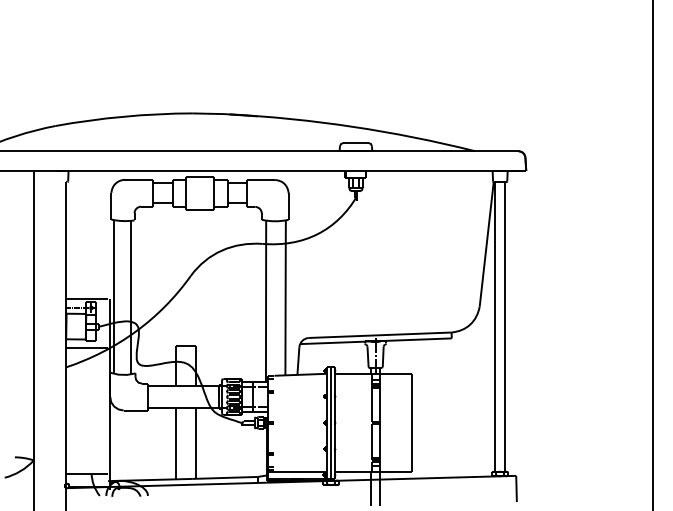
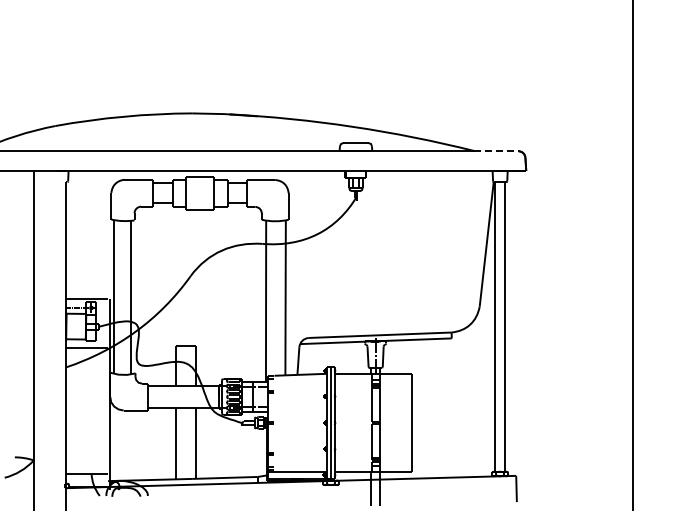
line at (497, 151): solid -> dashed
line at (652, 254) position: (652, 254) -> (632, 254)
